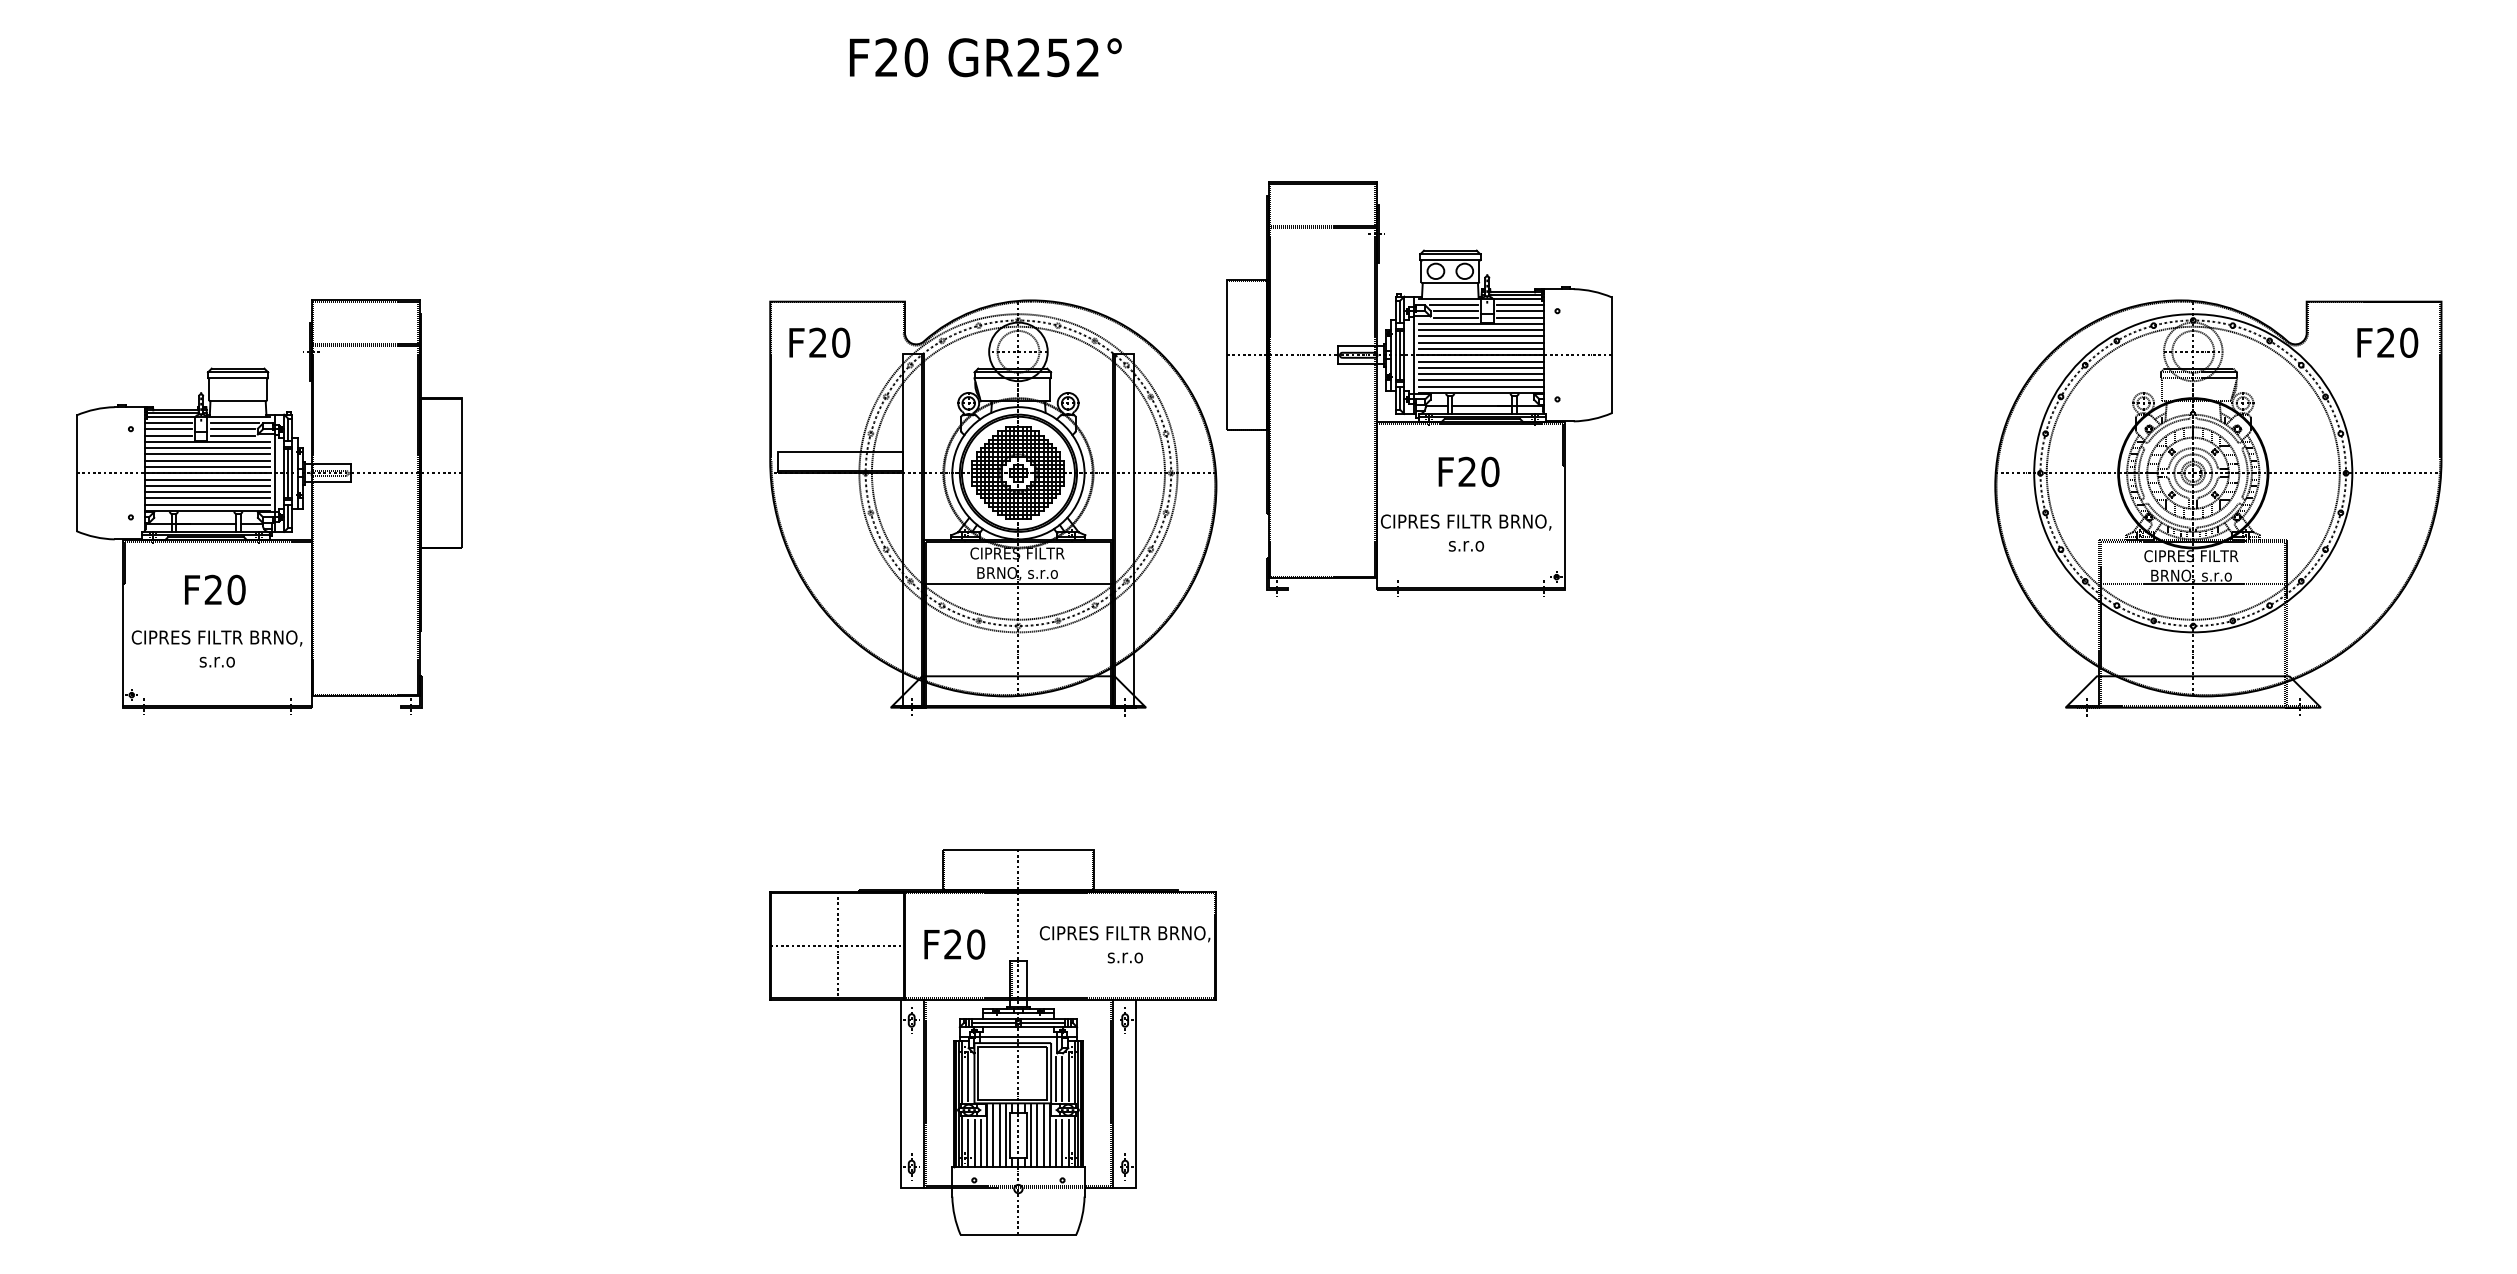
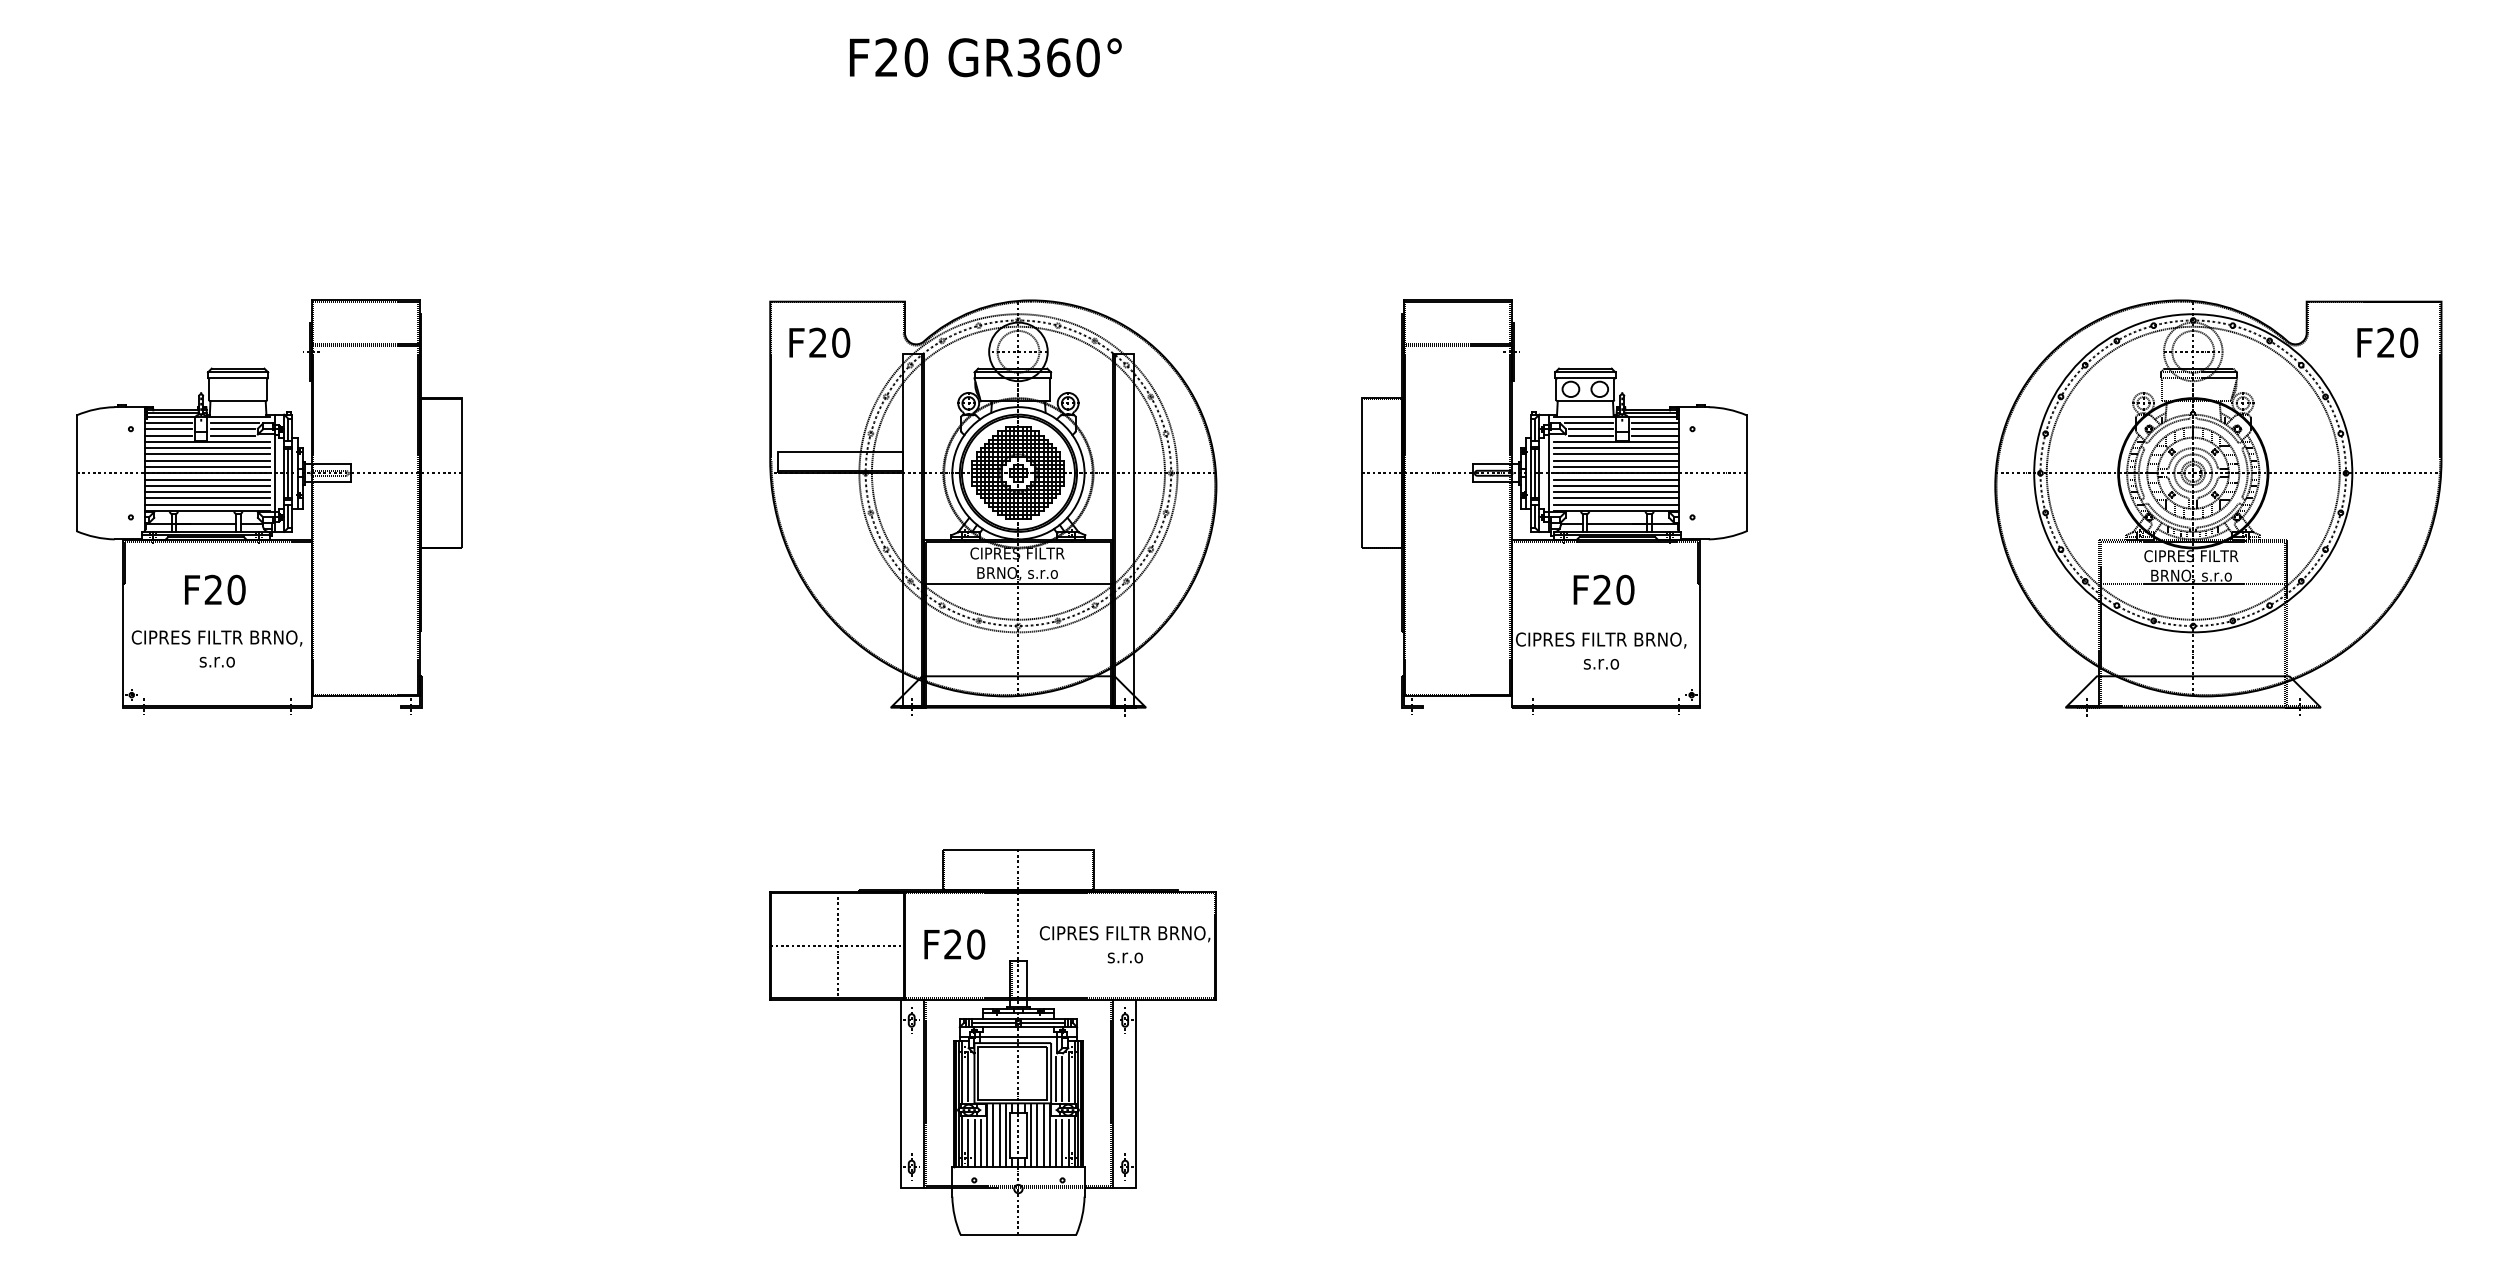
text at (1058, 57): GR252° -> GR360°
part at (1419, 388) position: (1419, 388) -> (1554, 506)
